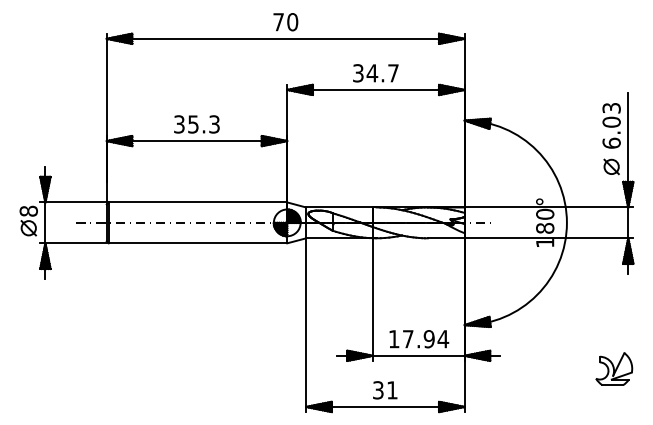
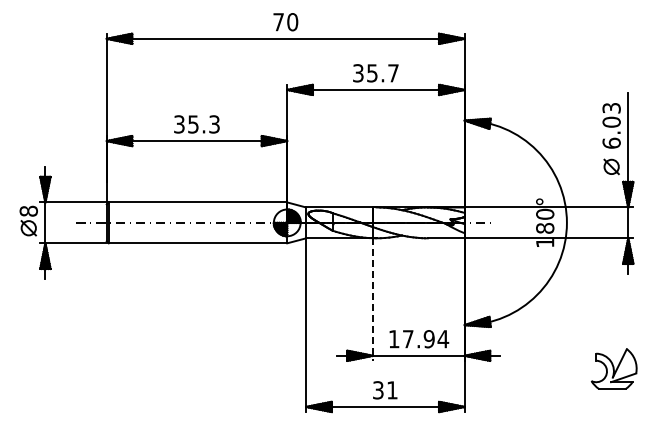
text at (372, 73): 34.7 -> 35.7
line at (372, 300): solid -> dashed
part at (614, 368) size: 39x34 px -> 48x42 px
